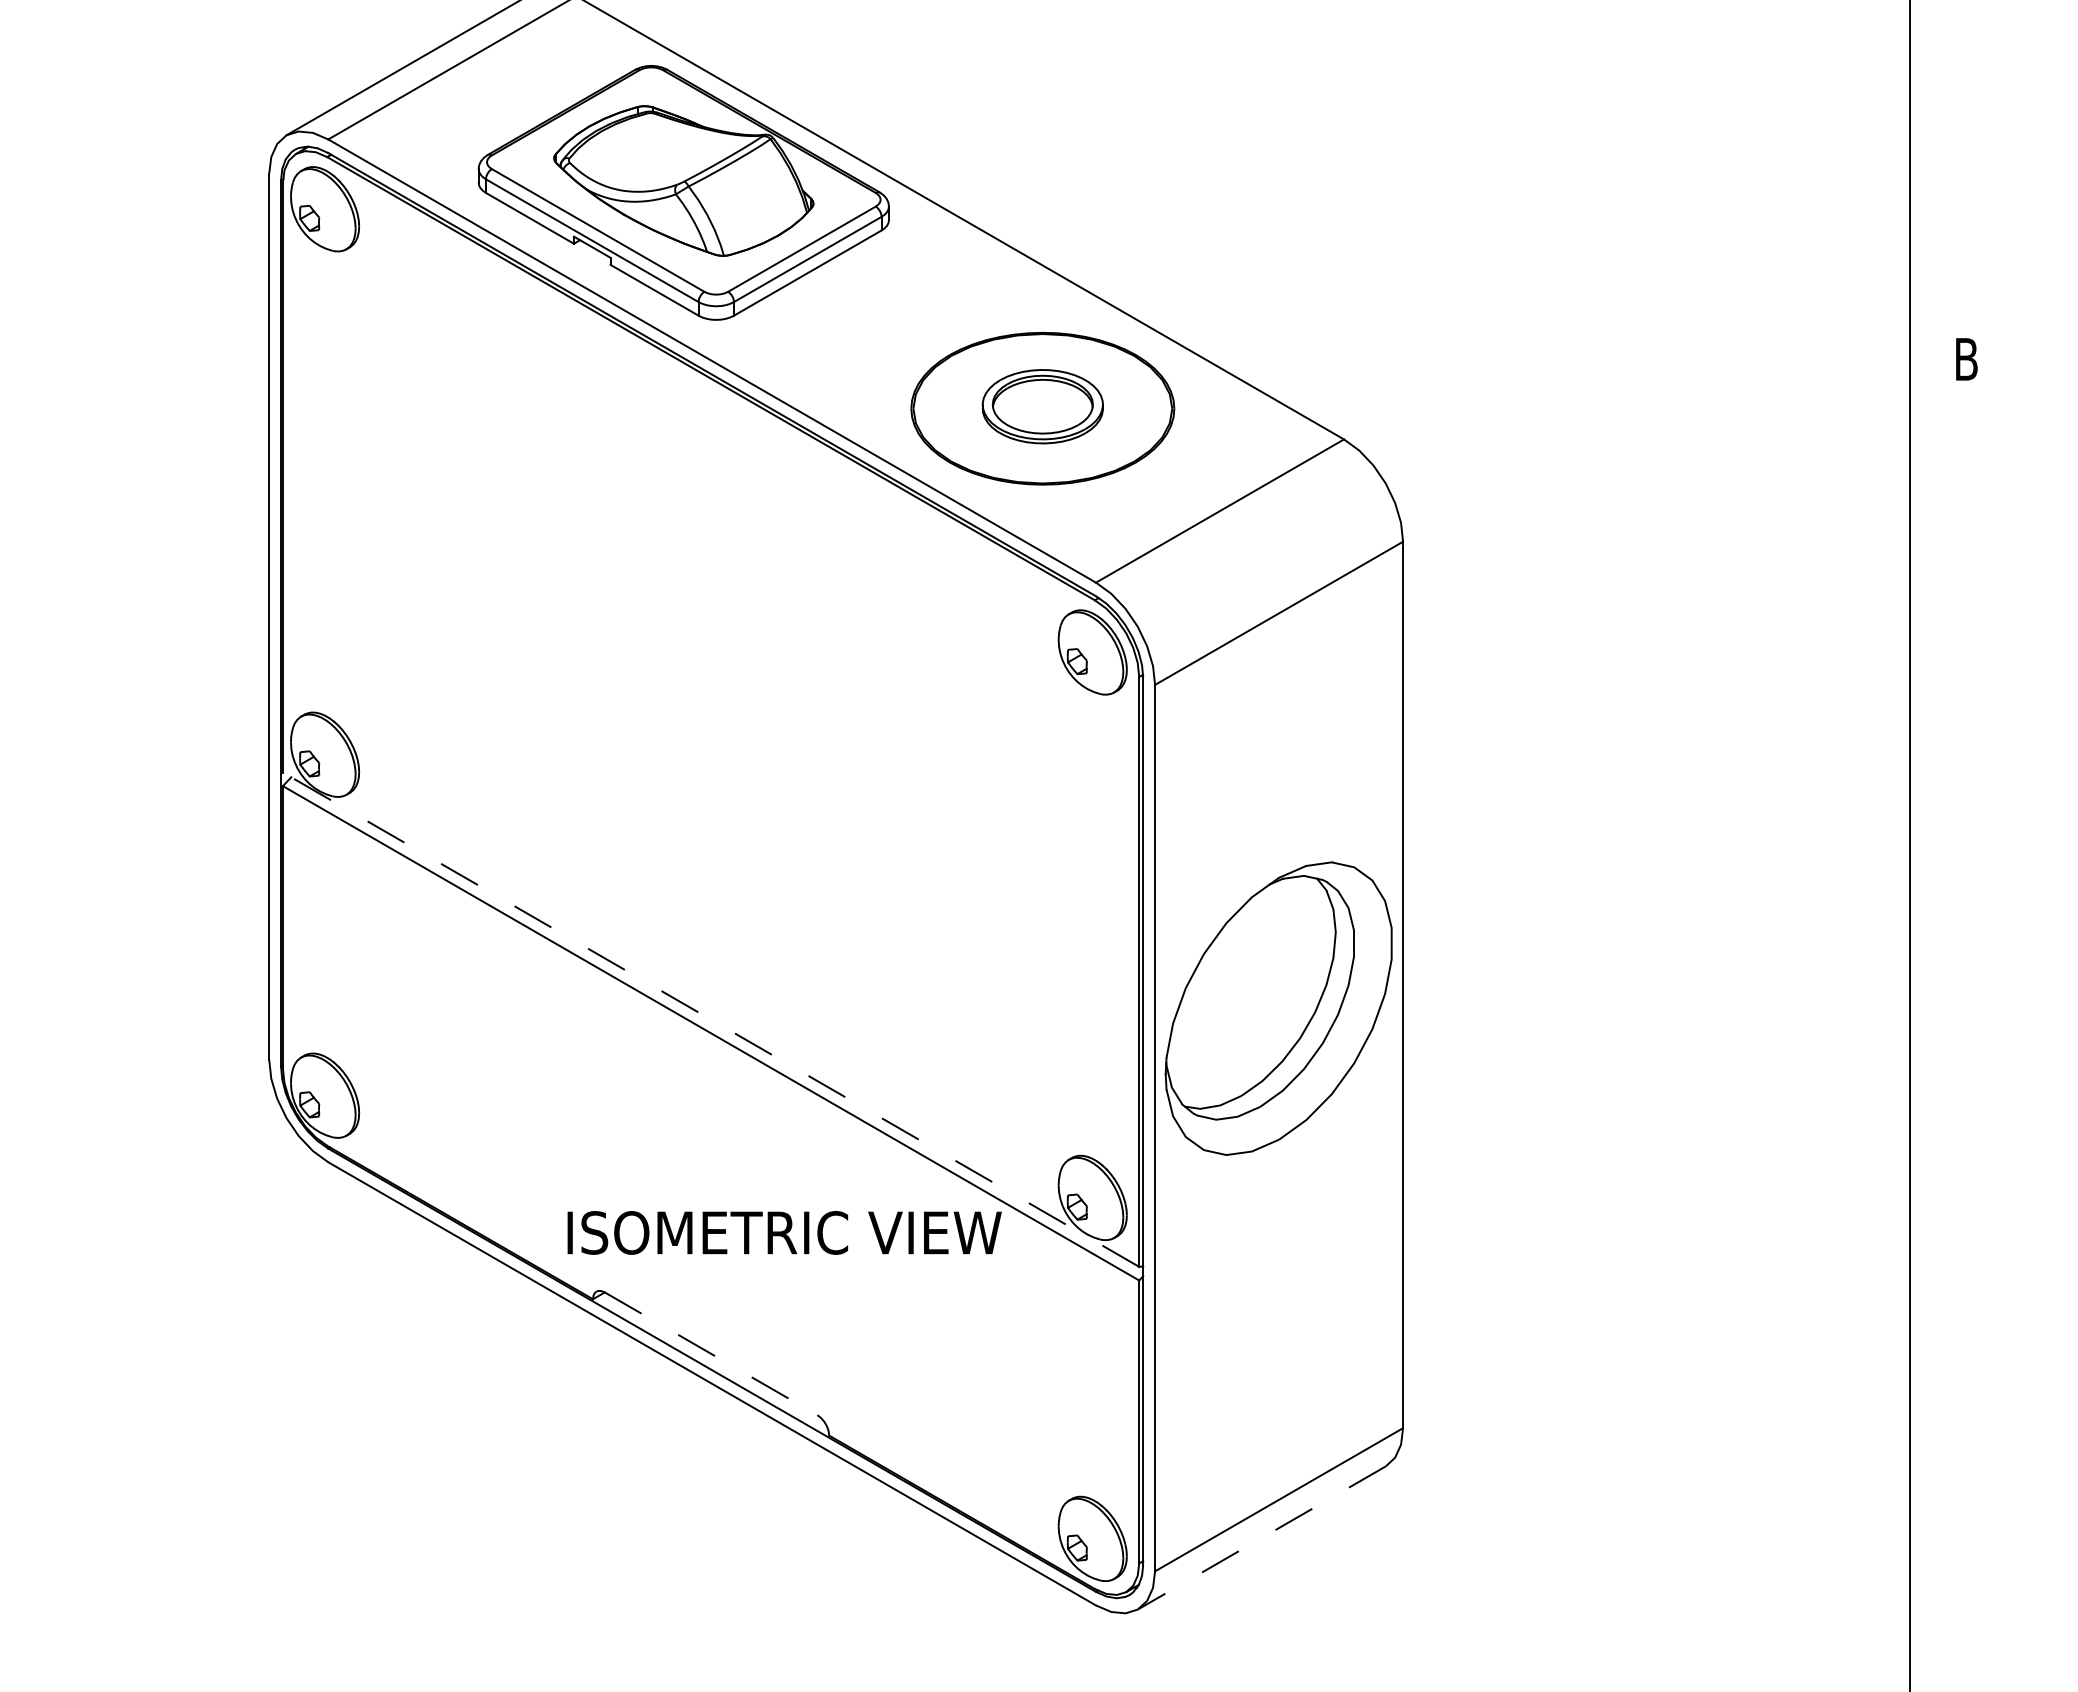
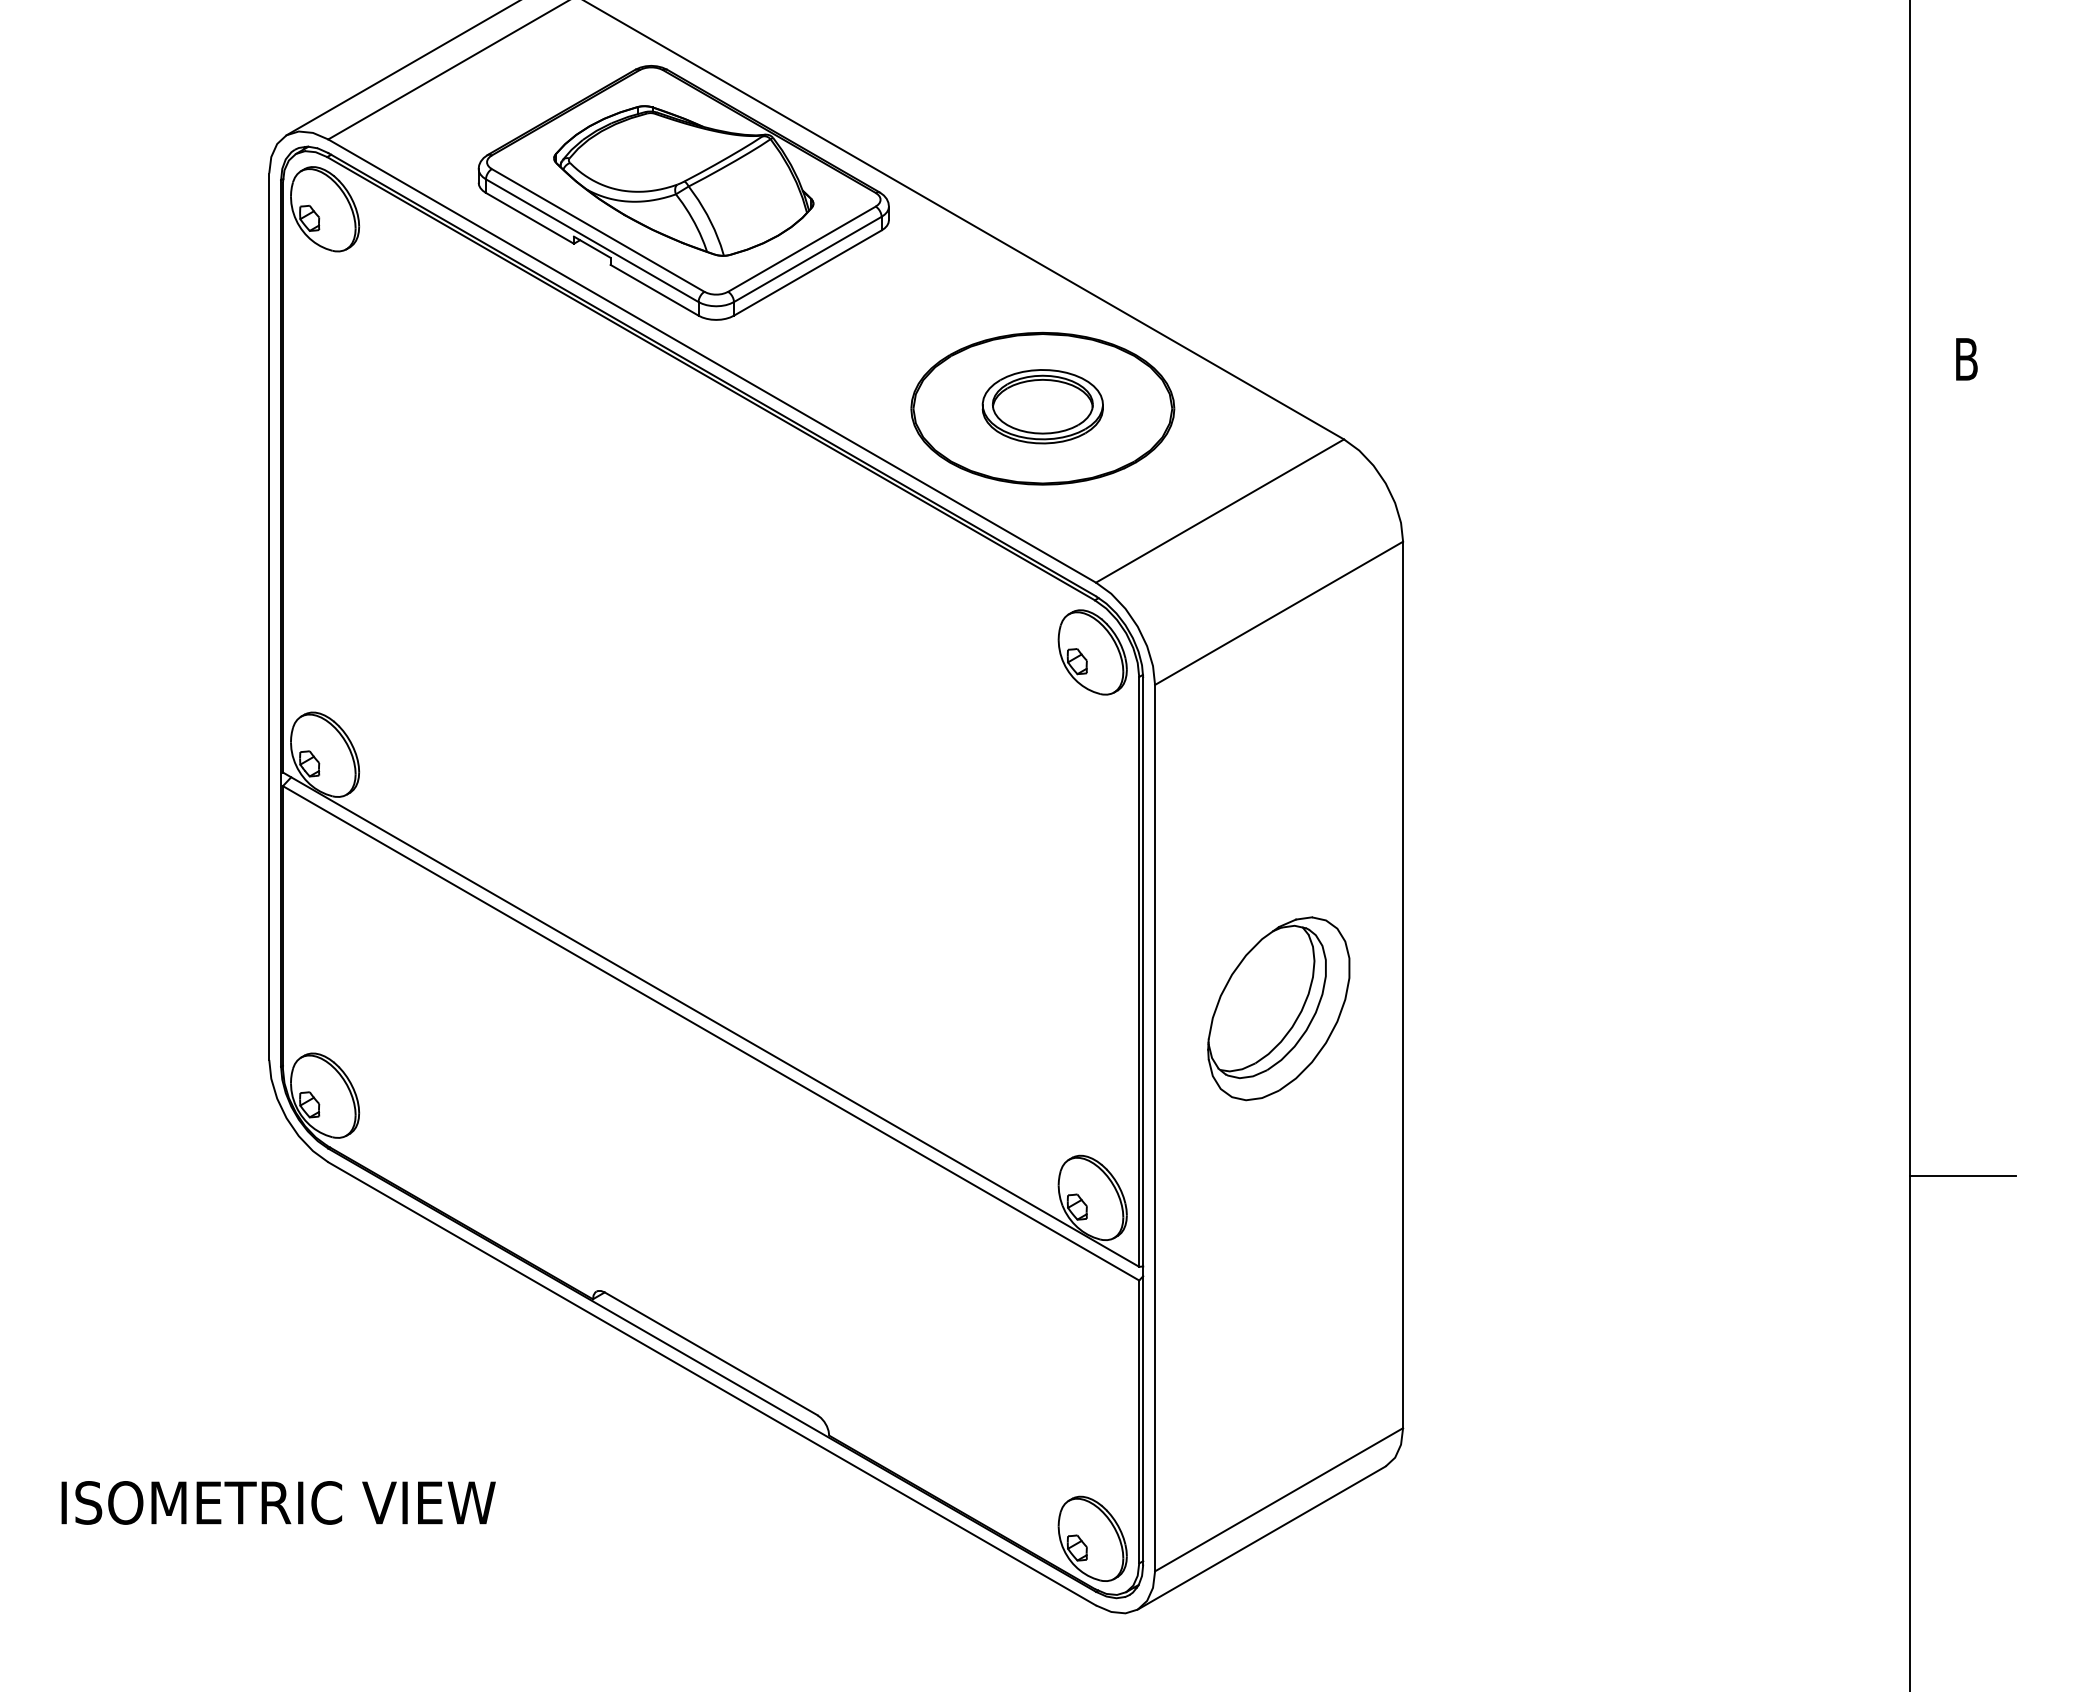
part at (1278, 1008) size: 229x295 px -> 144x186 px
line at (710, 1019): dashed -> solid
line at (1962, 1176): none -> present
text at (784, 1232) position: (784, 1232) -> (278, 1502)
line at (711, 1353): dashed -> solid
line at (1261, 1538): dashed -> solid
